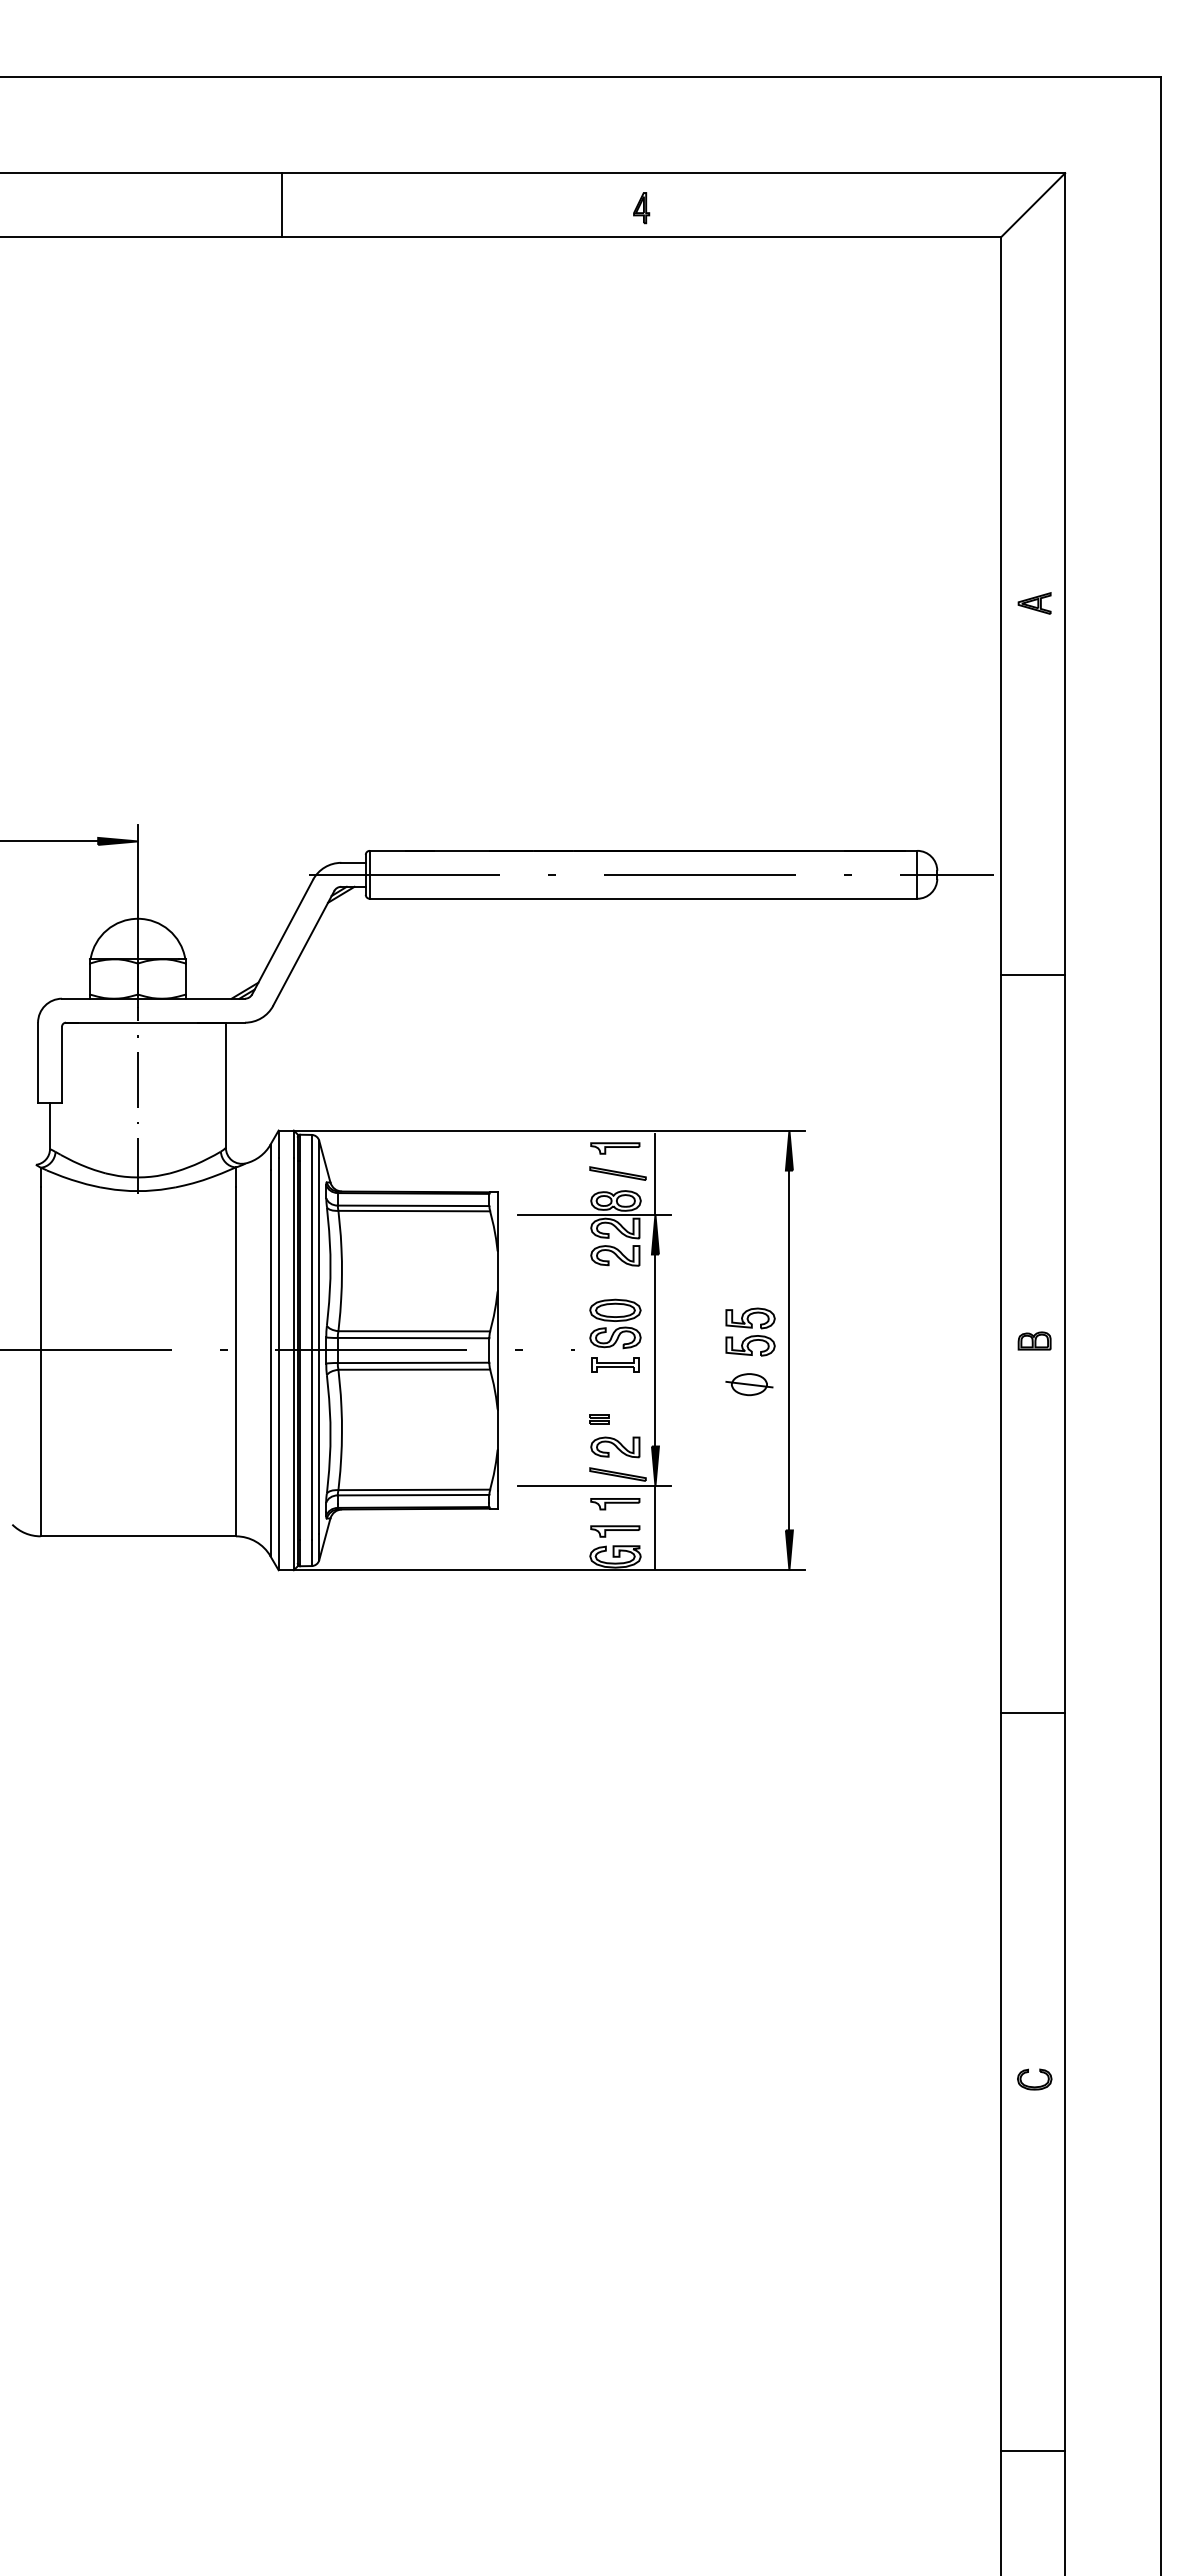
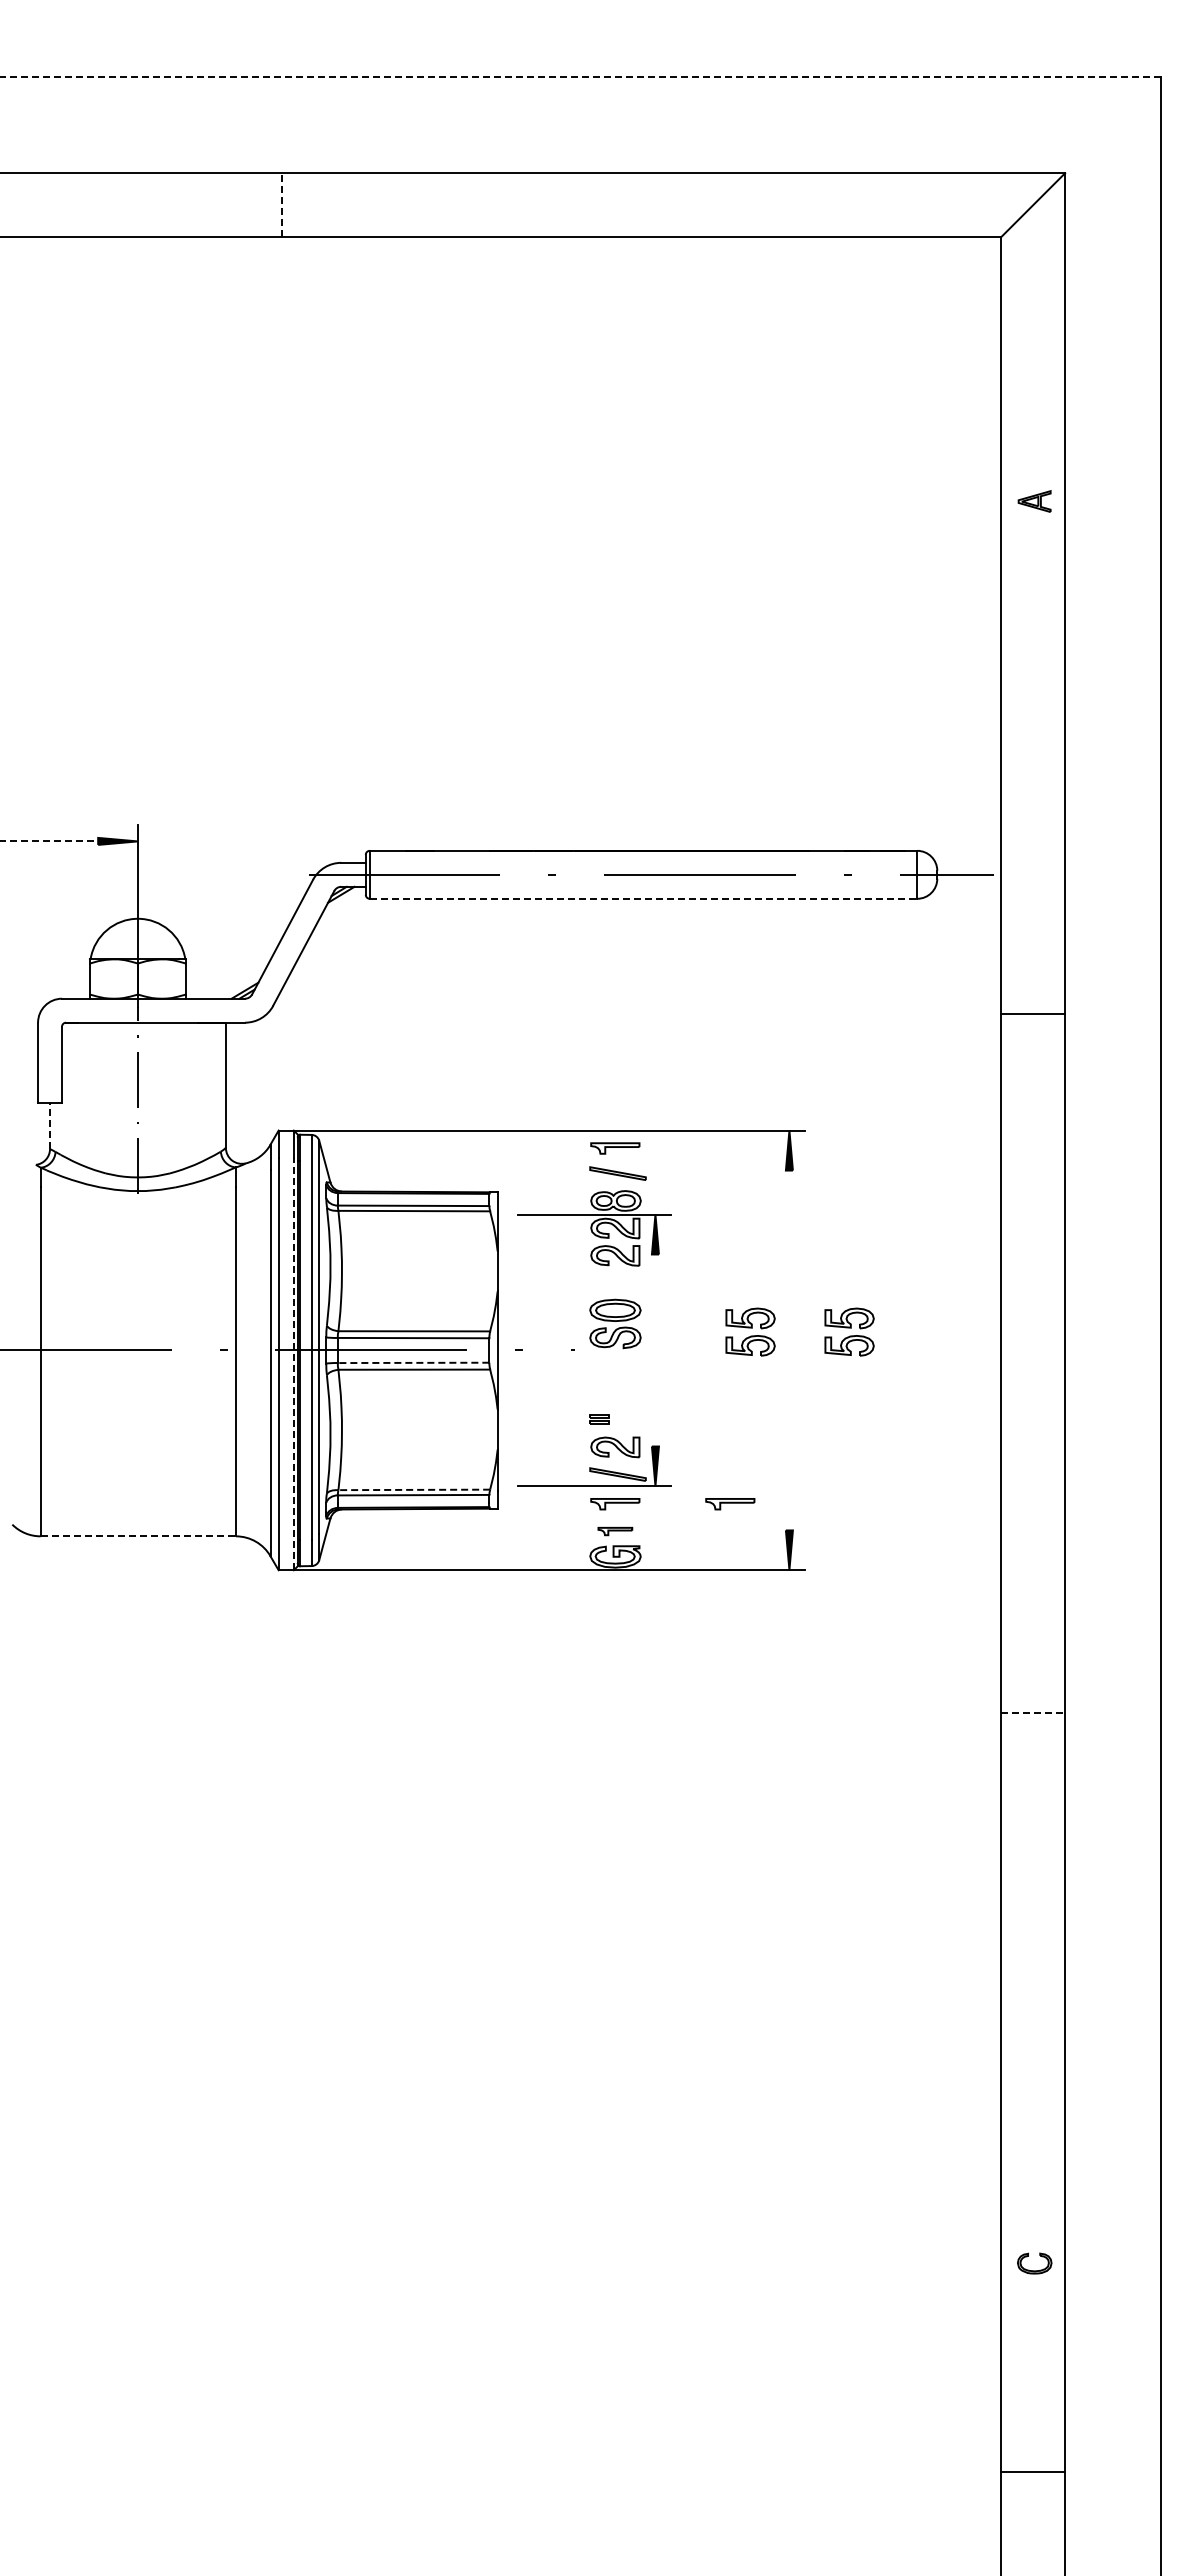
line at (580, 77): solid -> dashed
line at (281, 205): solid -> dashed
part at (641, 208): present -> none
part at (1034, 603) position: (1034, 603) -> (1034, 501)
line at (49, 841): solid -> dashed
line at (643, 898): solid -> dashed
line at (1033, 975) position: (1033, 975) -> (1033, 1014)
line at (50, 1125): solid -> dashed
line at (655, 1173): present -> none
part at (849, 1331): none -> present
part at (1034, 1340): present -> none
line at (655, 1350): present -> none
line at (789, 1350): present -> none
line at (413, 1362): solid -> dashed
line at (293, 1363): solid -> dashed
part at (615, 1364): present -> none
part at (749, 1384): present -> none
line at (414, 1489): solid -> dashed
part at (730, 1504): none -> present
line at (655, 1527): present -> none
part at (615, 1531) size: 51x13 px -> 37x11 px
line at (138, 1536): solid -> dashed
line at (1033, 1713): solid -> dashed
part at (1034, 2086) position: (1034, 2086) -> (1034, 2270)
line at (1033, 2451) position: (1033, 2451) -> (1033, 2472)
